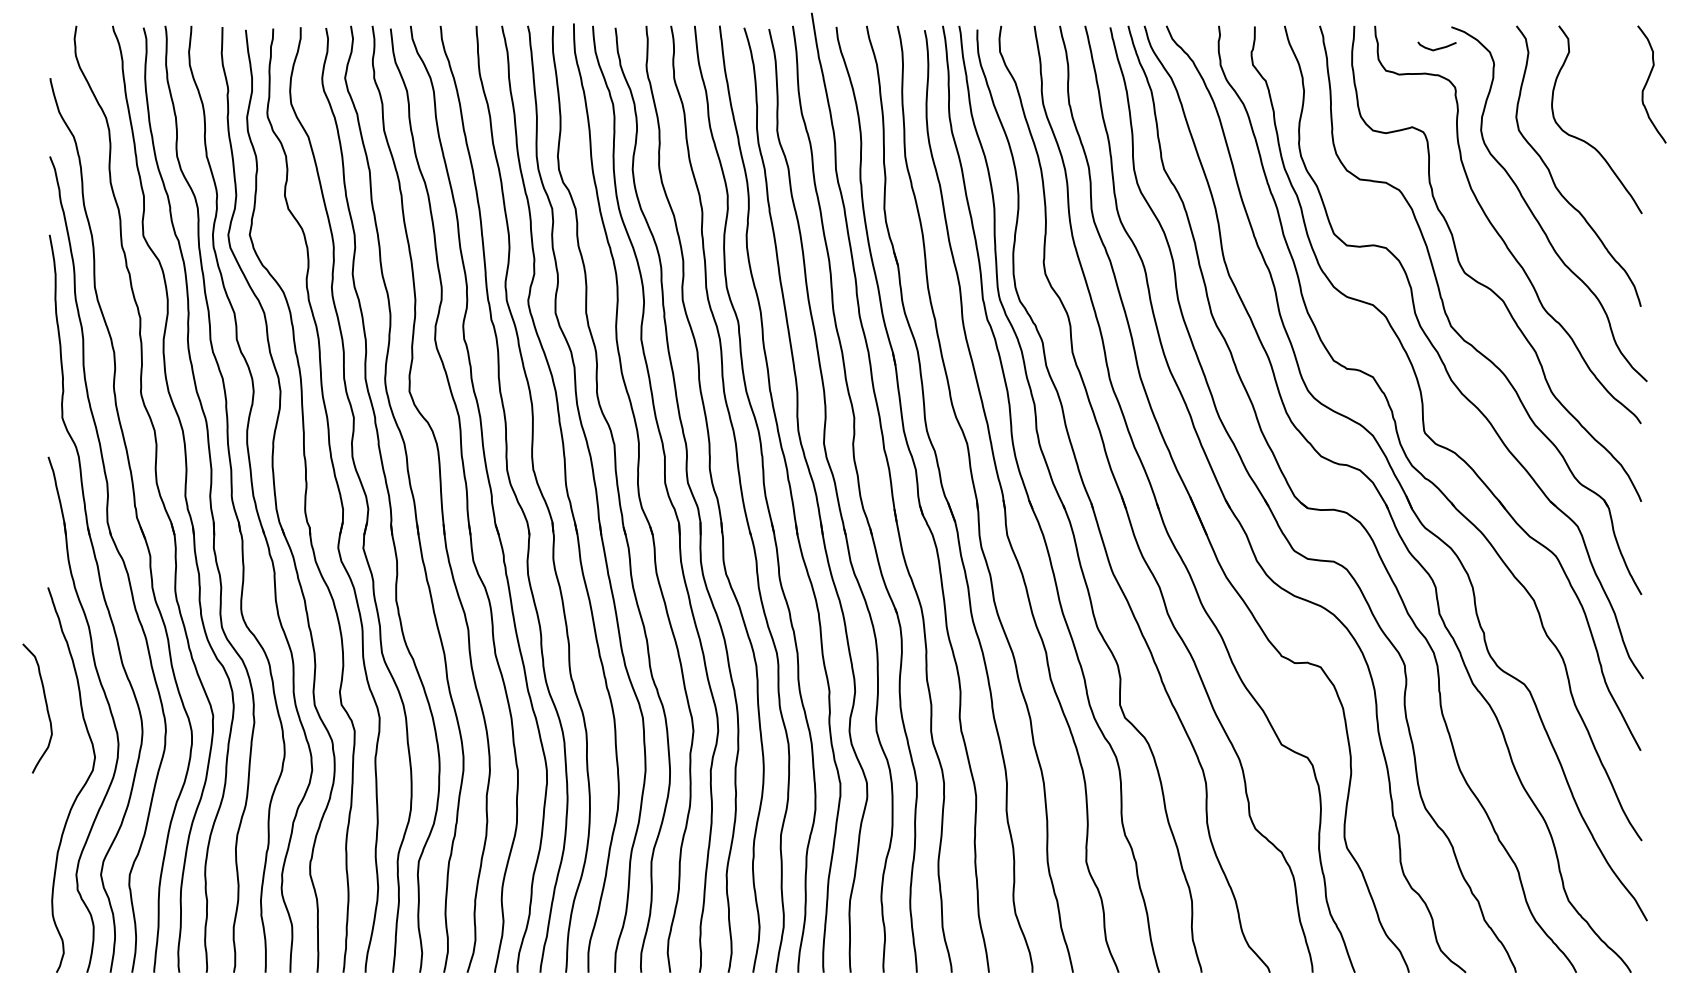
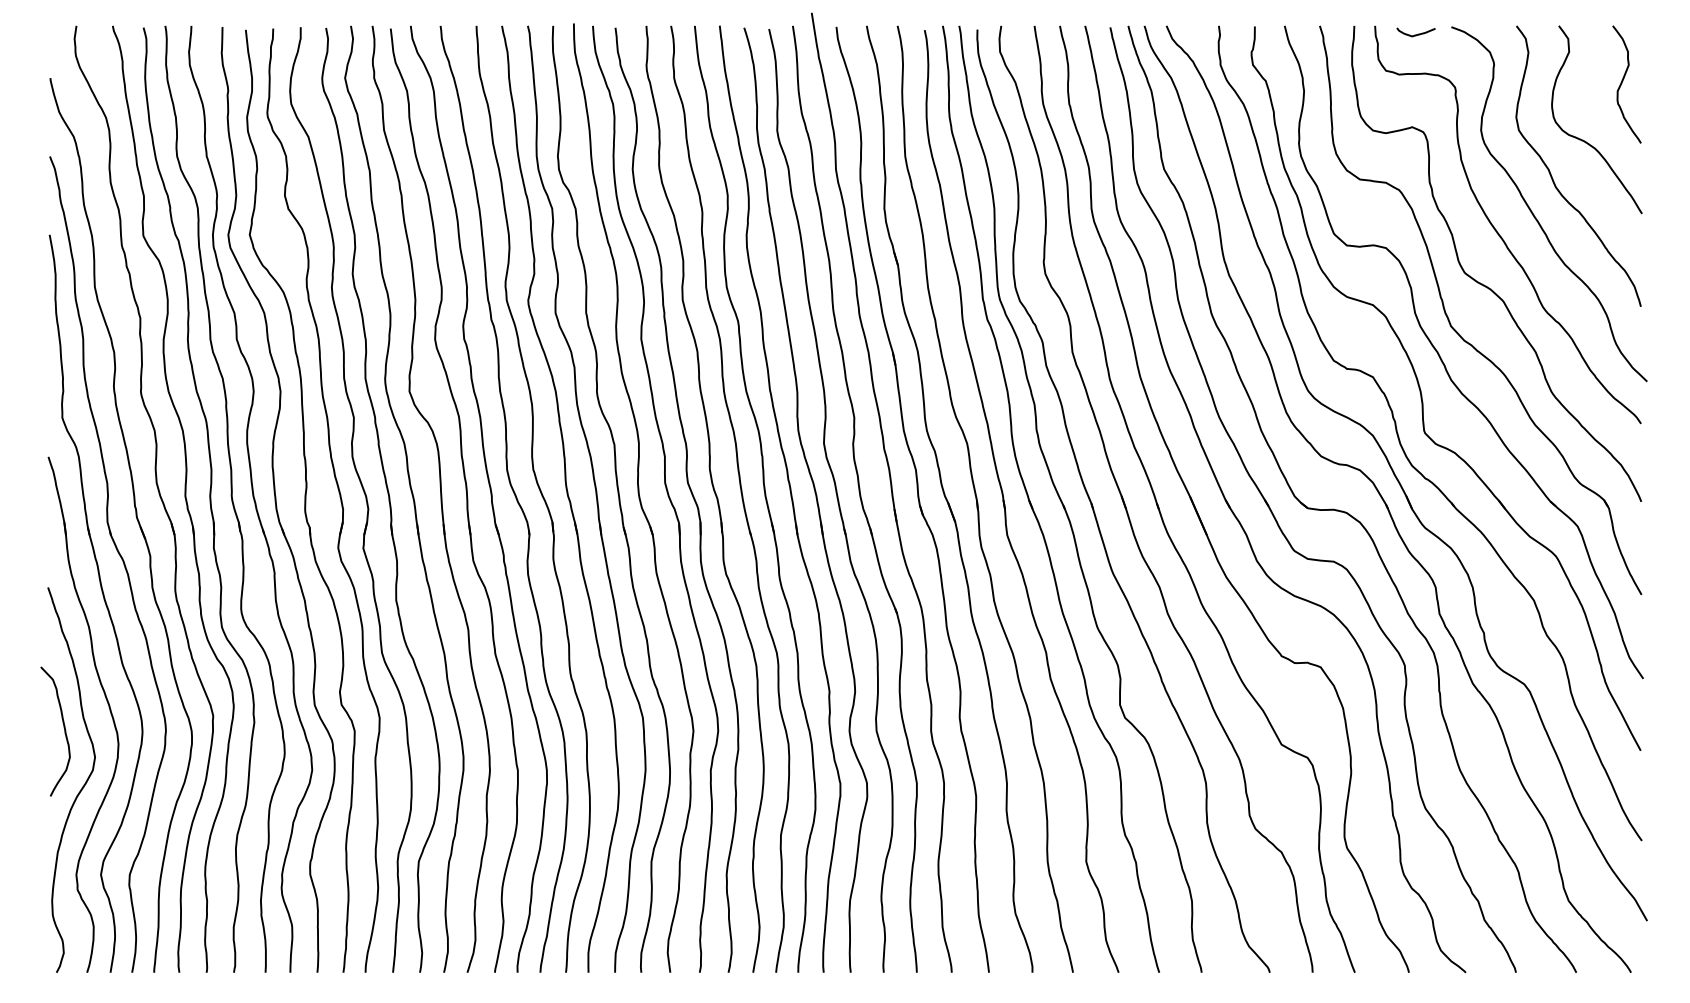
curve at (1436, 48) position: (1436, 48) -> (1415, 34)
curve at (1647, 83) position: (1647, 83) -> (1622, 83)
curve at (45, 704) position: (45, 704) -> (63, 727)
